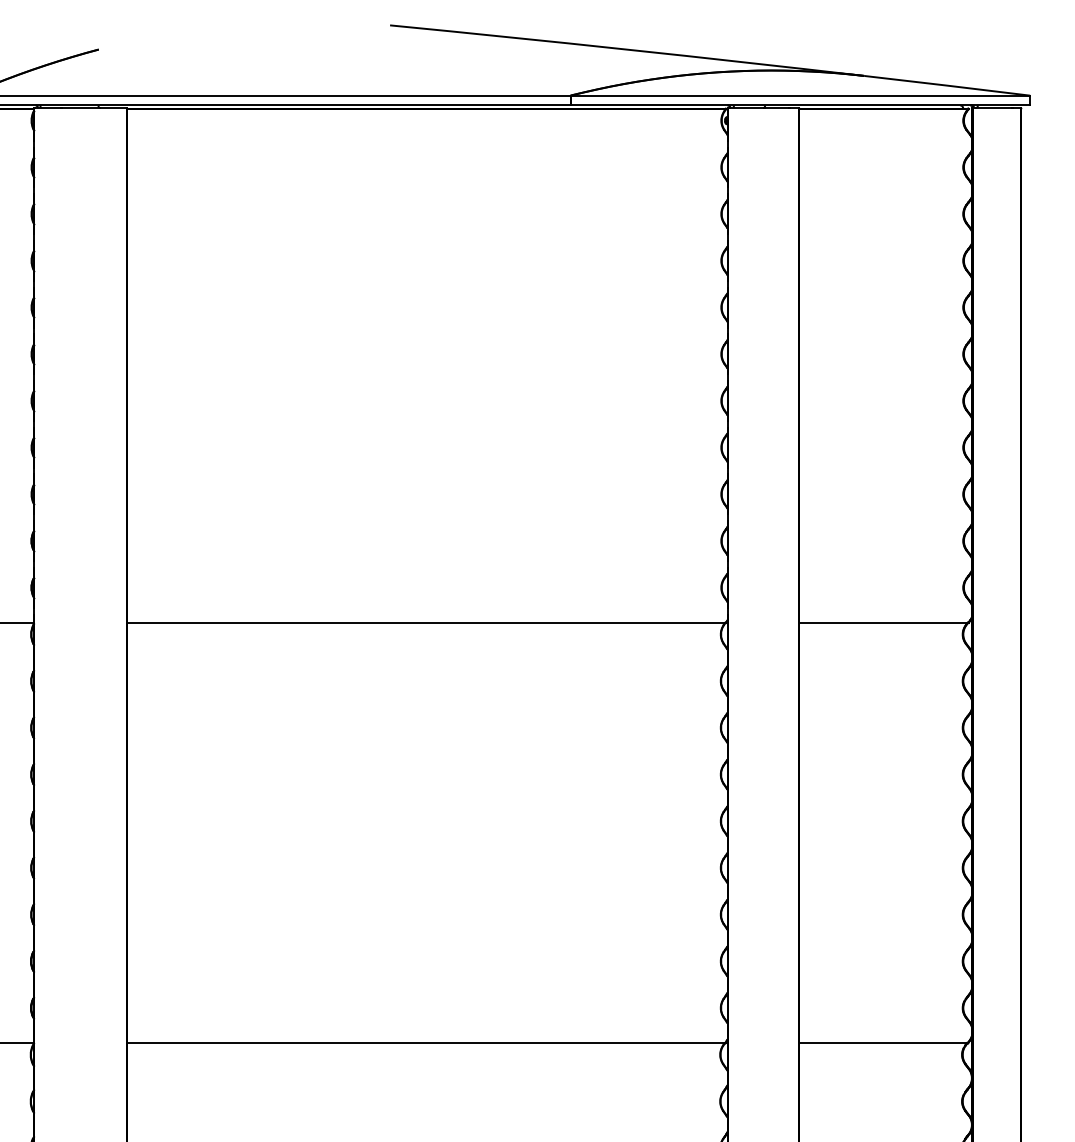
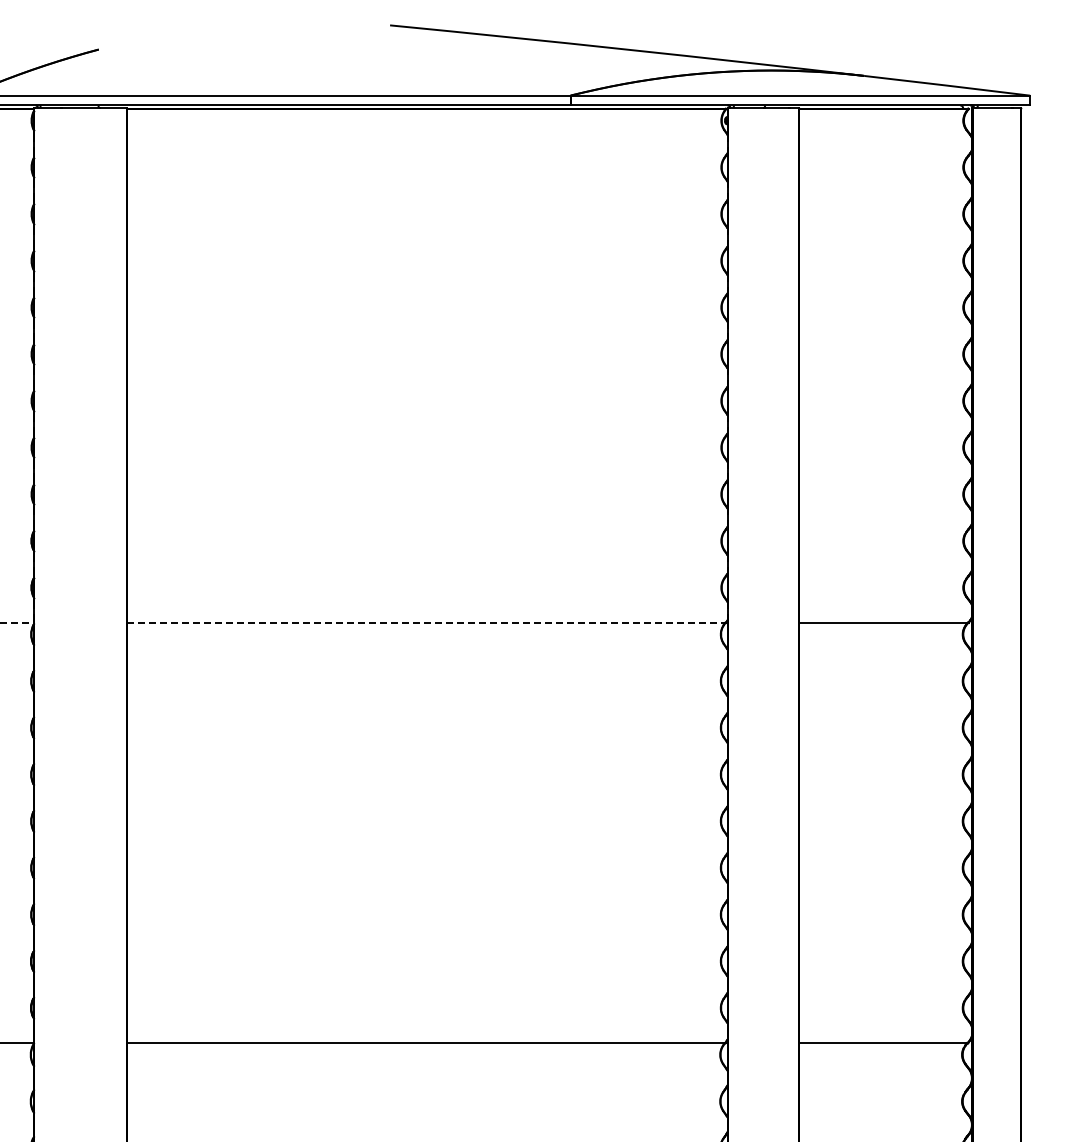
line at (17, 622): solid -> dashed
line at (426, 622): solid -> dashed
